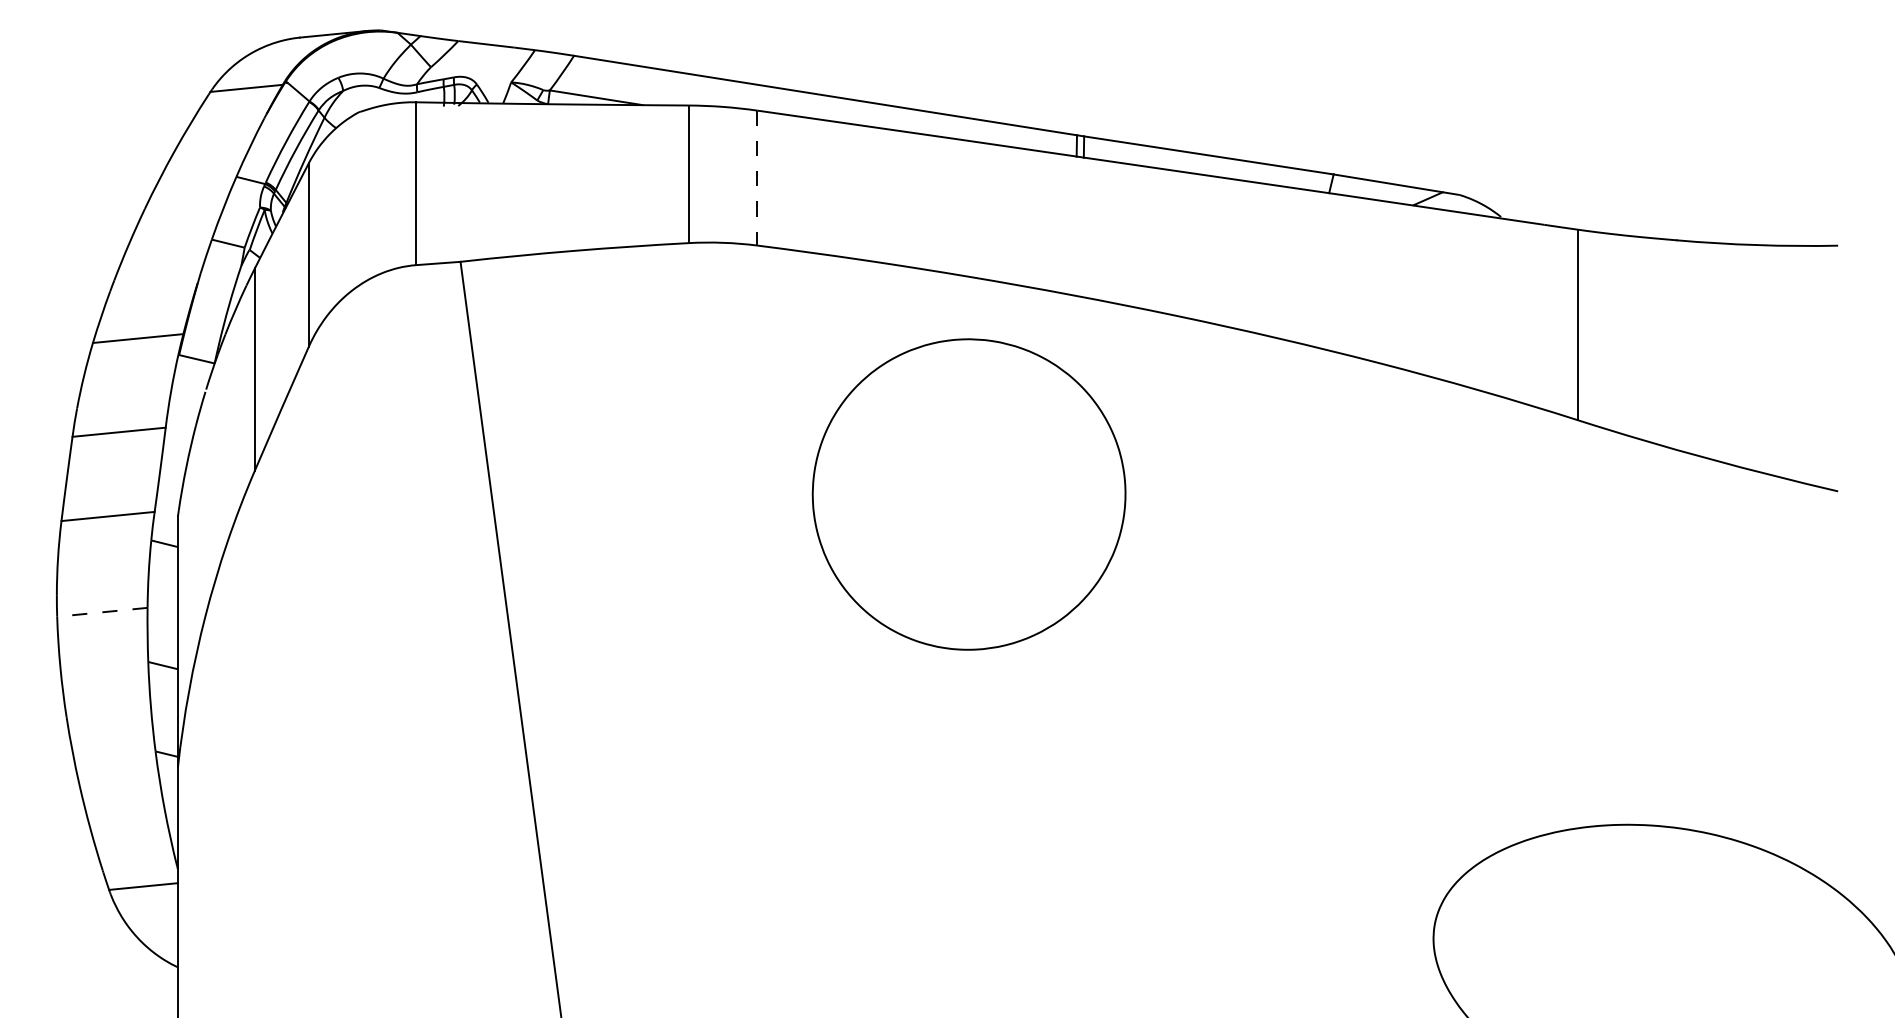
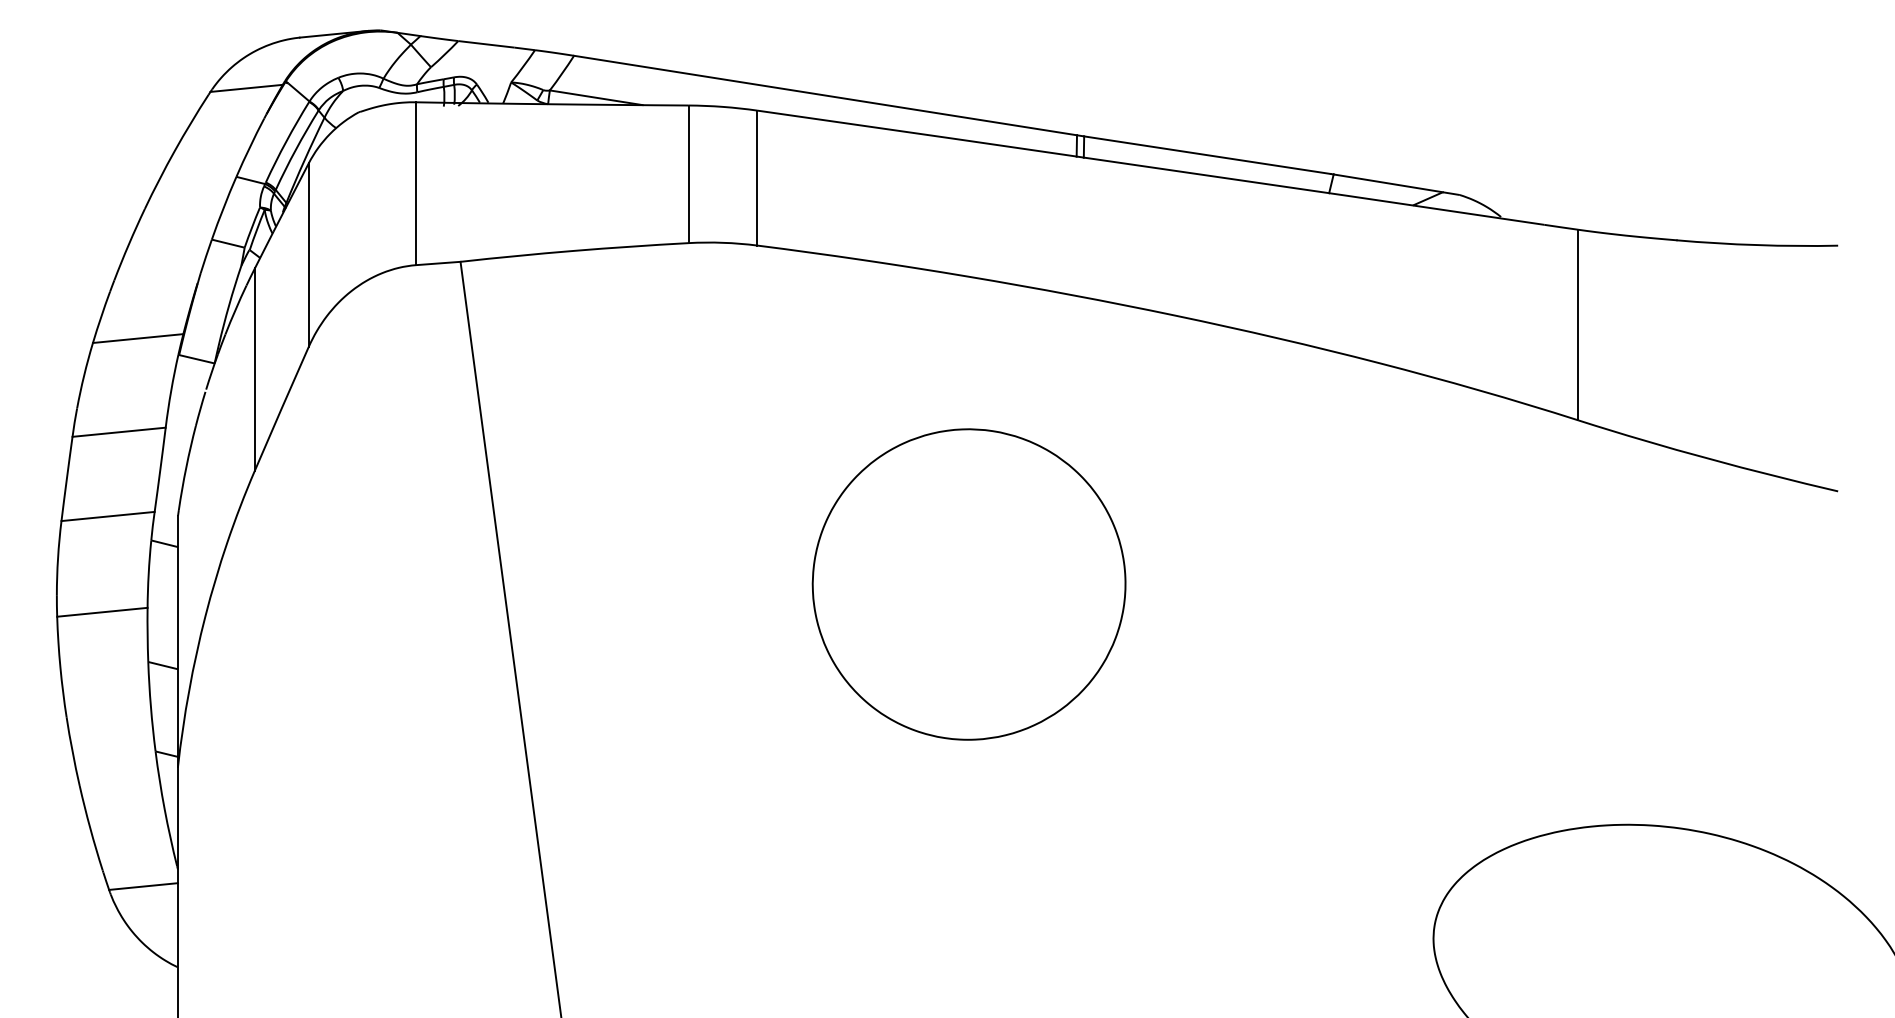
line at (757, 178): dashed -> solid
part at (968, 494) position: (968, 494) -> (968, 584)
line at (101, 612): dashed -> solid
